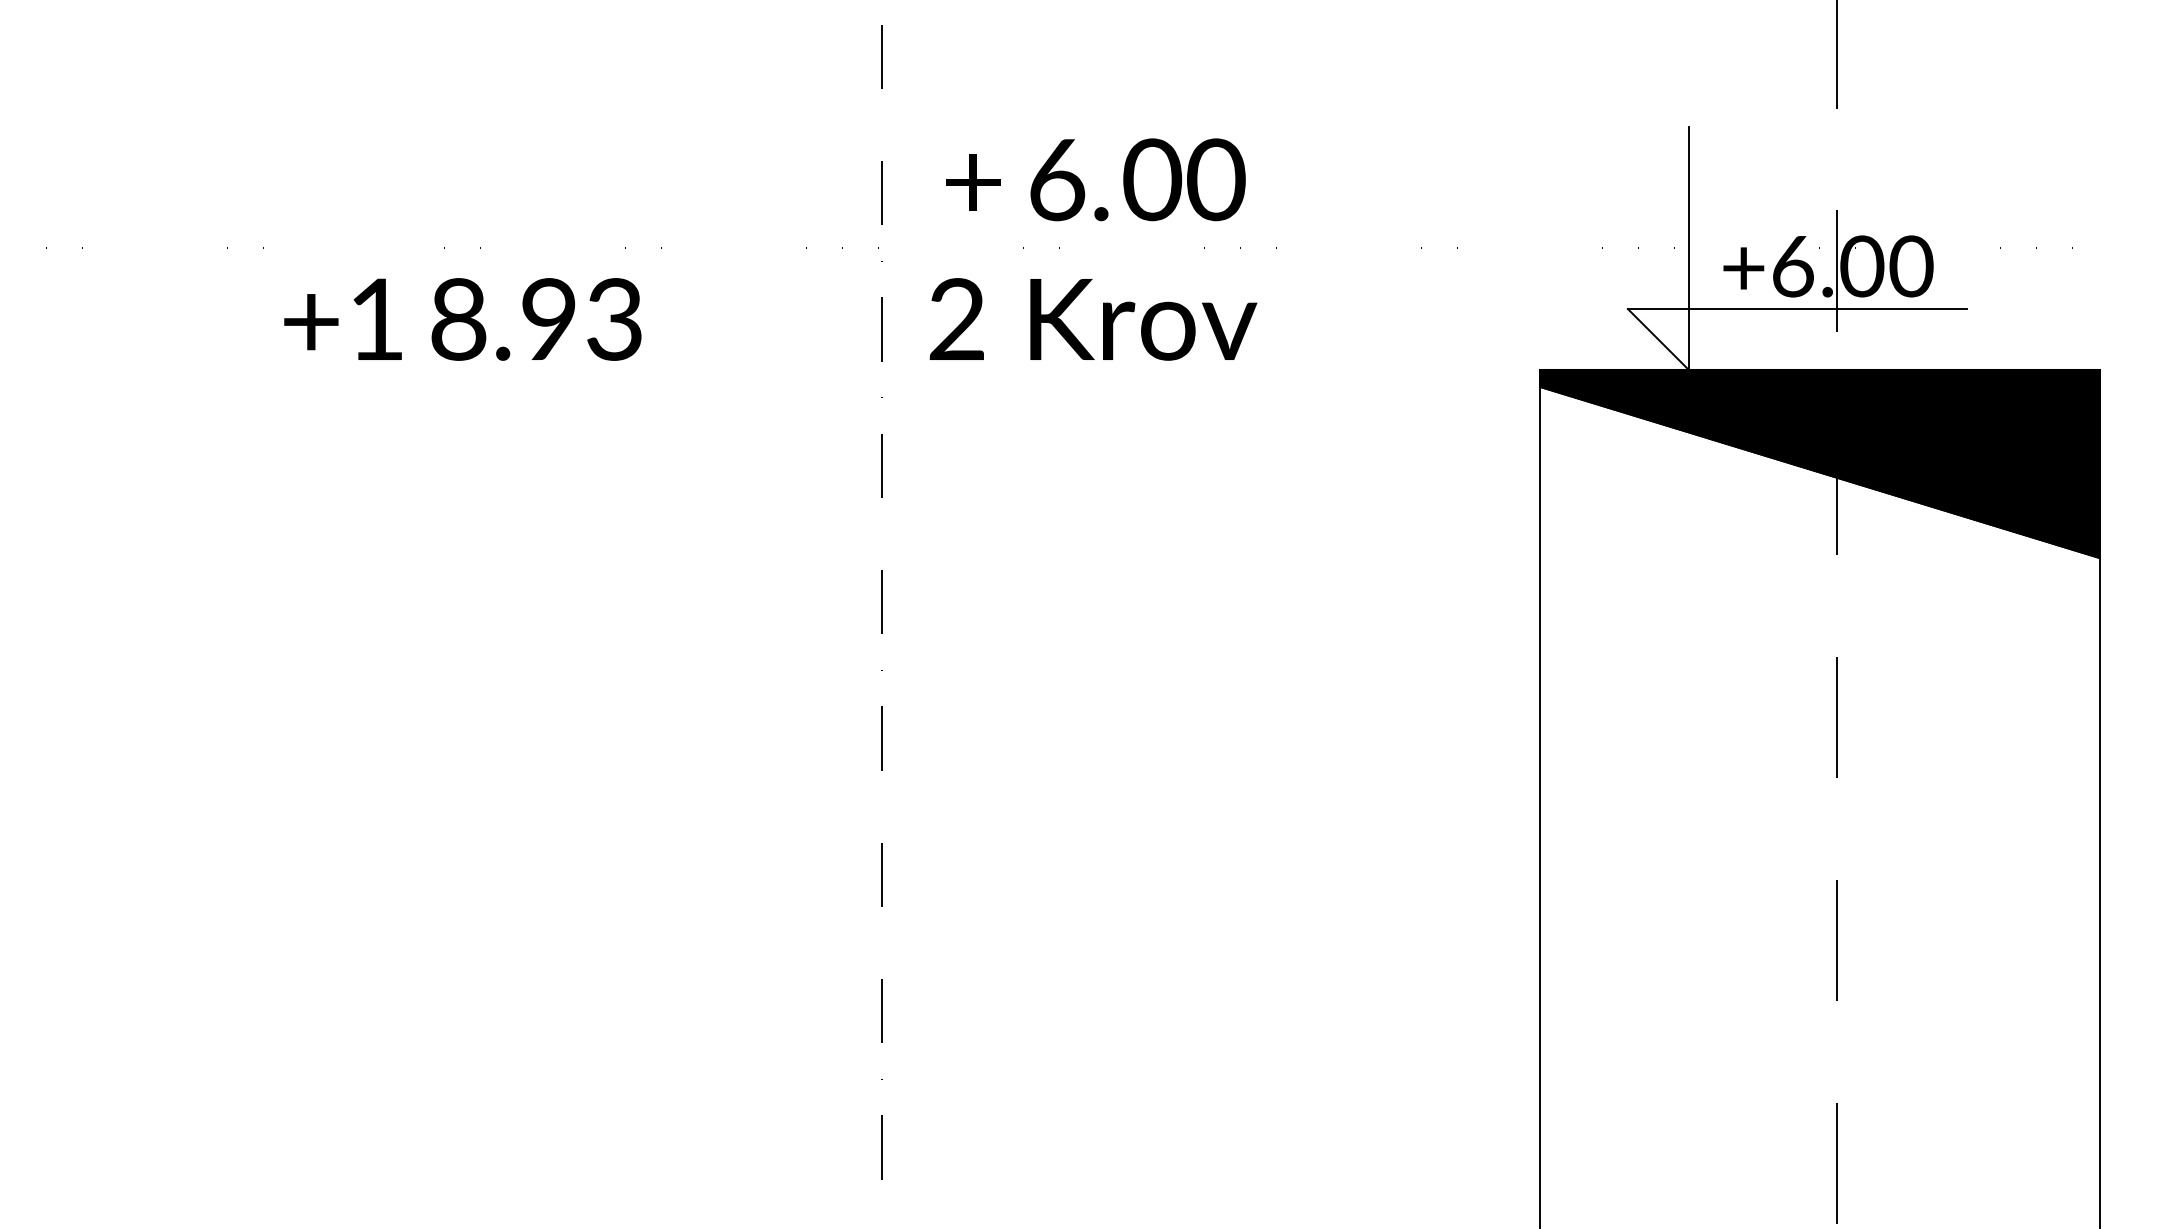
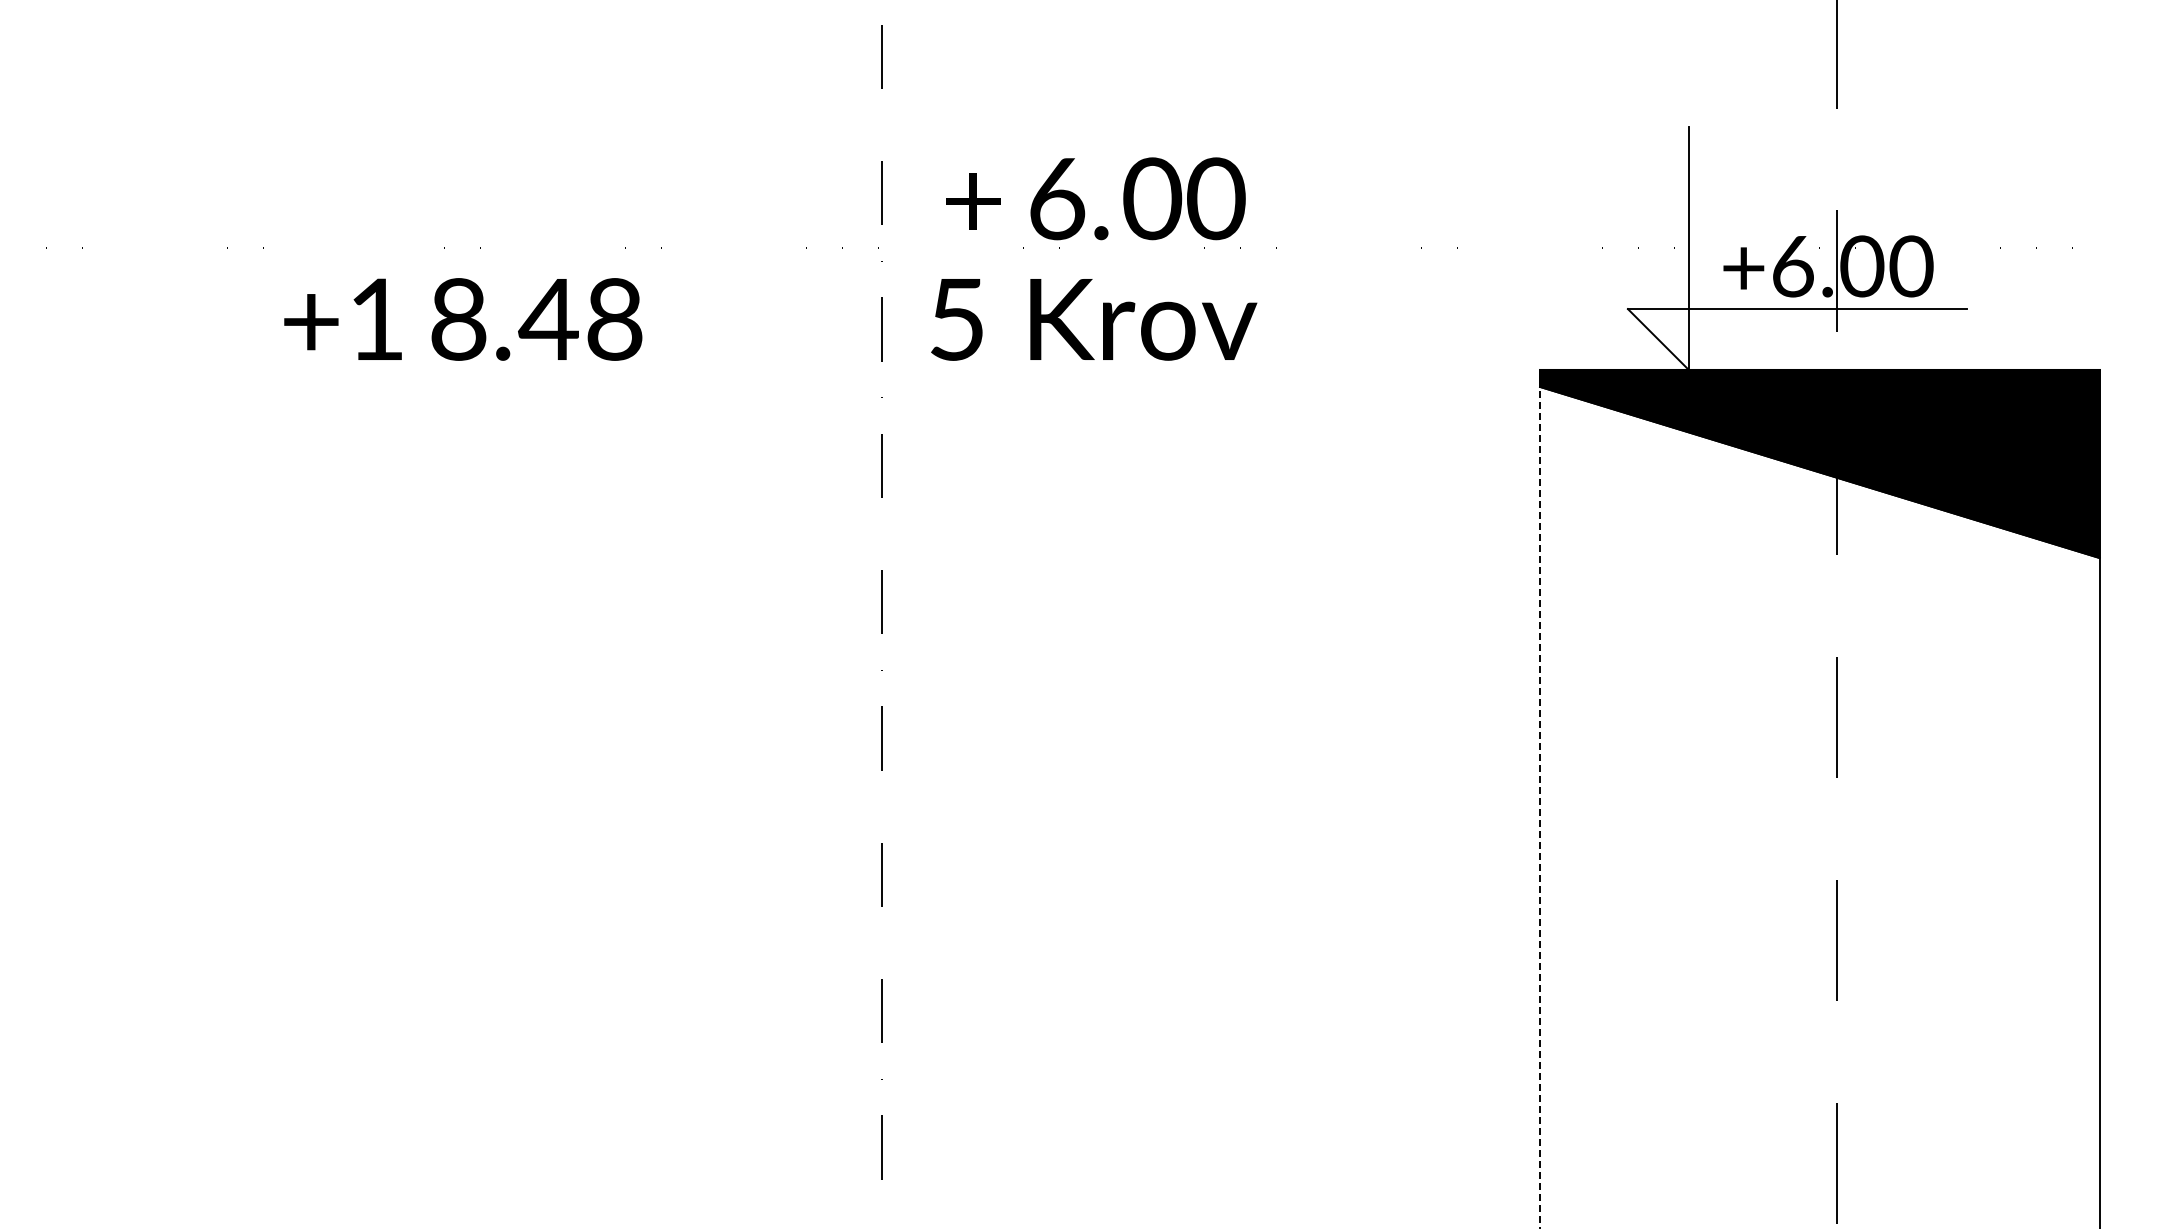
text at (1095, 179) position: (1095, 179) -> (1095, 198)
text at (580, 319): .93 -> .48
text at (956, 319): 2 -> 5
line at (1540, 807): solid -> dashed
